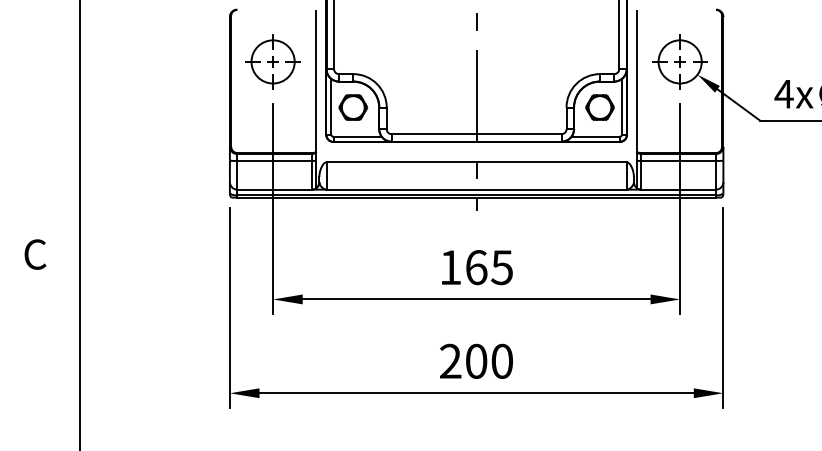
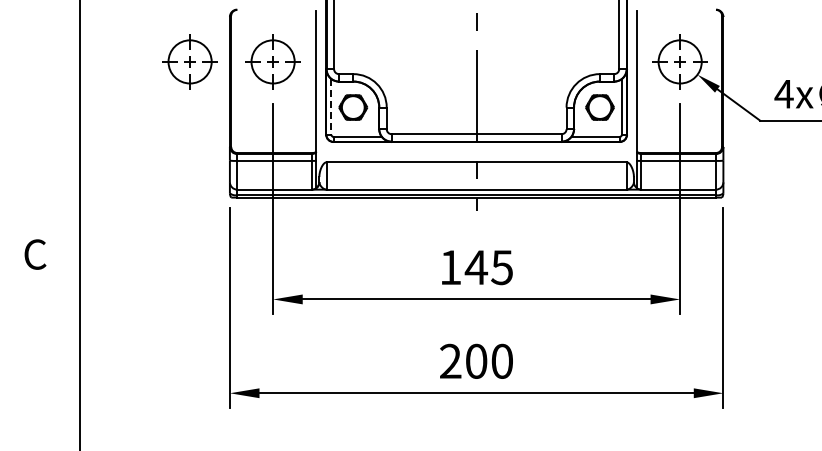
part at (189, 61): none -> present
line at (331, 106): solid -> dashed
text at (476, 267): 165 -> 145
